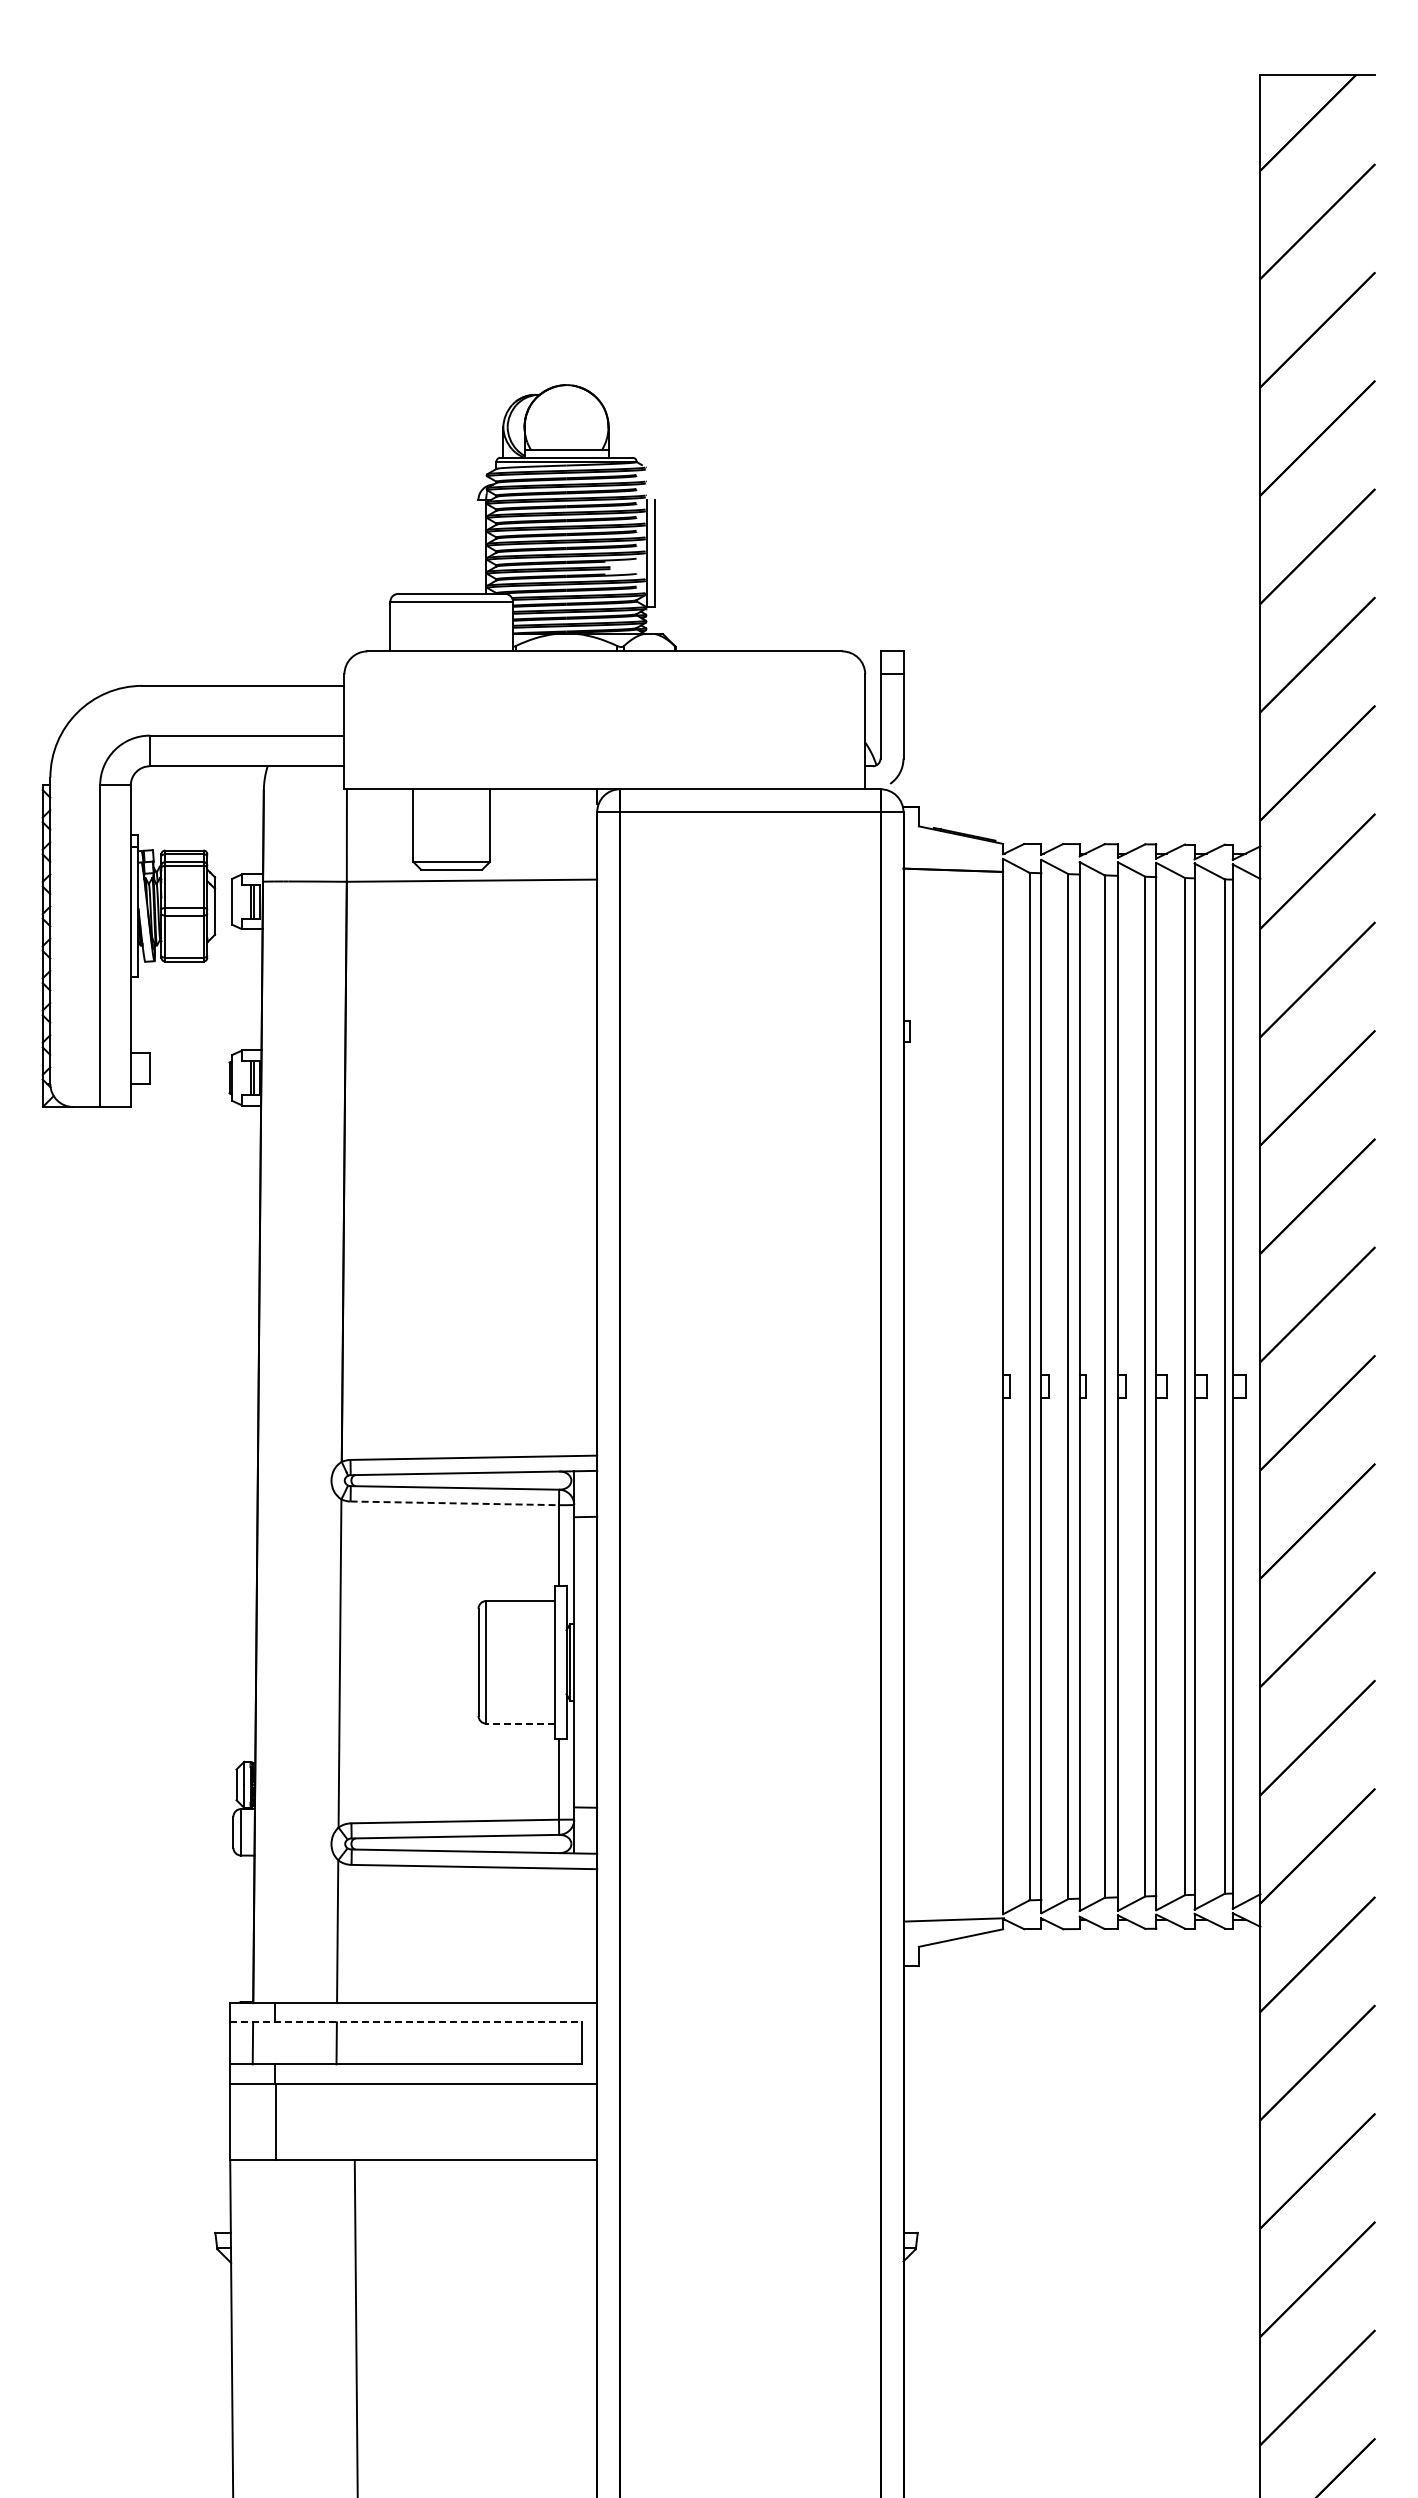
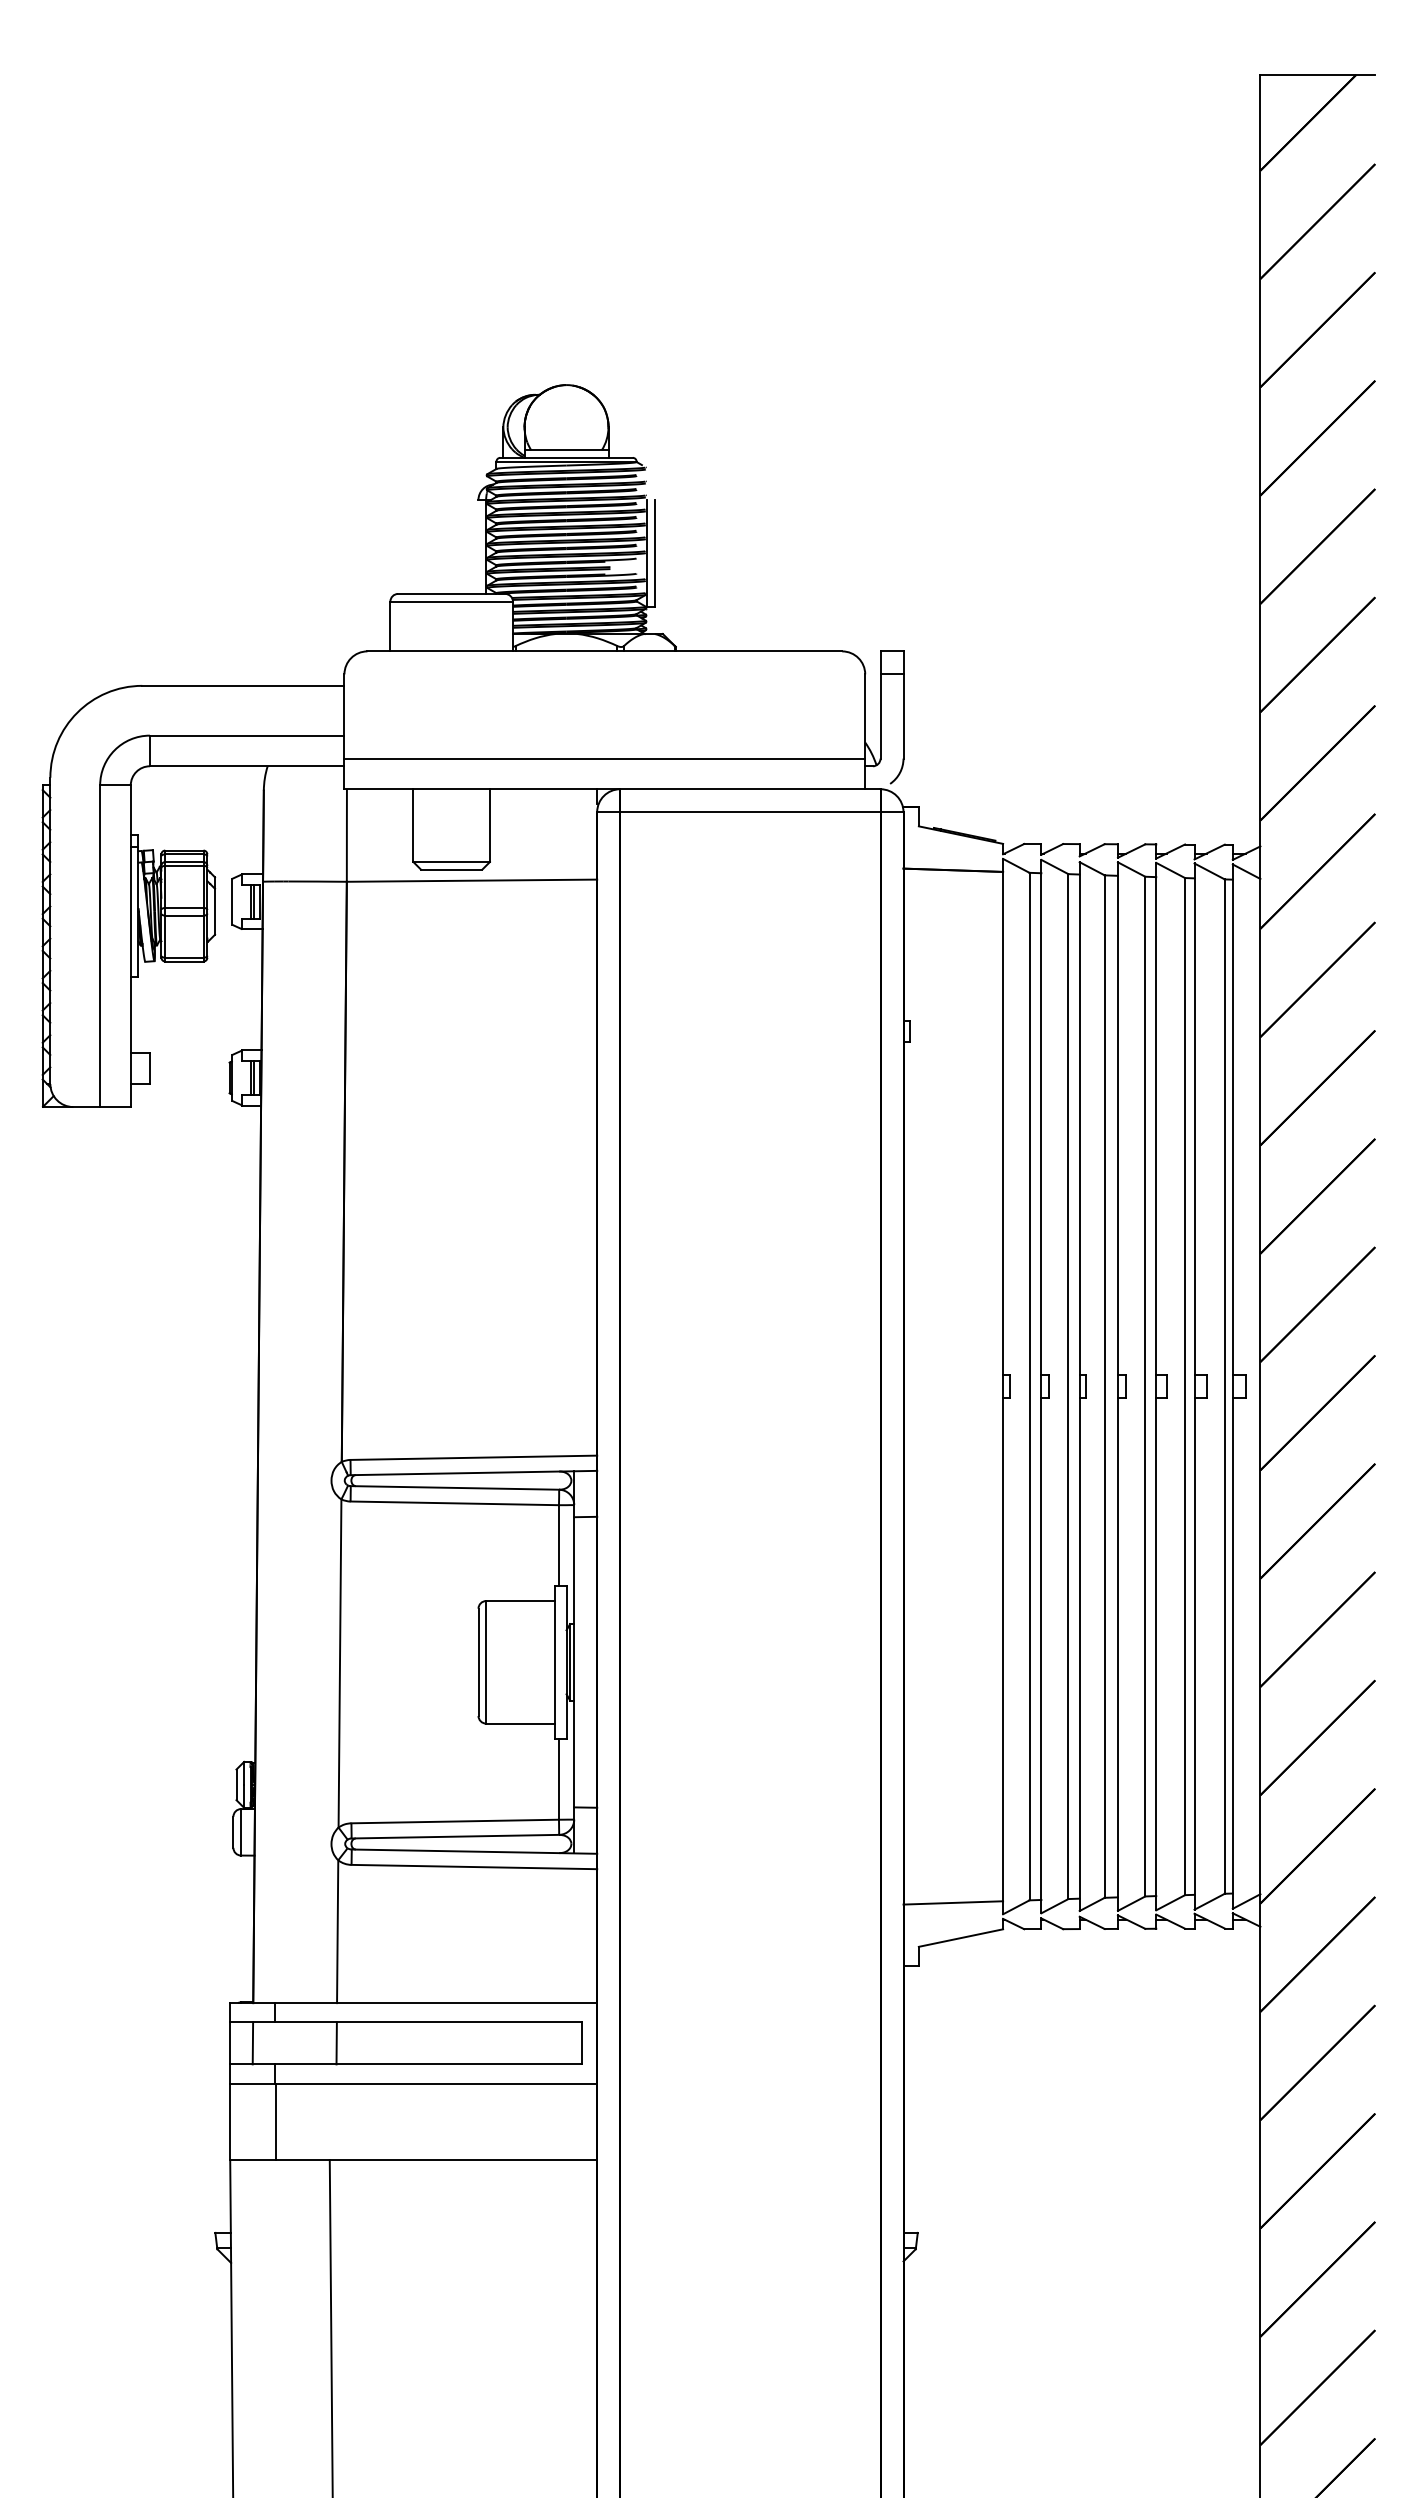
line at (604, 758): none -> present
line at (455, 1503): dashed -> solid
line at (520, 1723): dashed -> solid
line at (954, 1919) position: (954, 1919) -> (953, 1902)
line at (406, 2022): dashed -> solid
line at (355, 2327) position: (355, 2327) -> (330, 2327)
